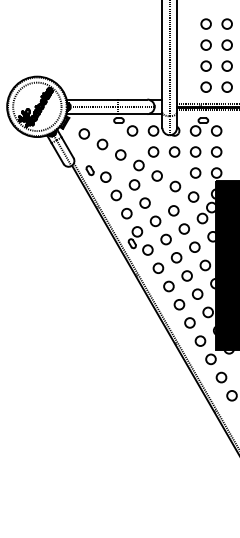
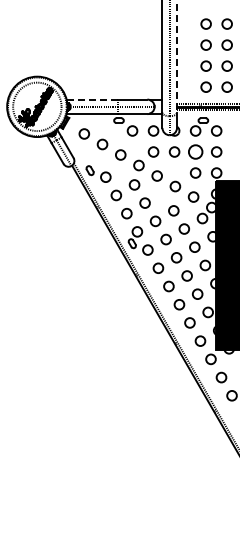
line at (177, 56): solid -> dashed
line at (93, 99): solid -> dashed
circle at (195, 151) size: 13x12 px -> 16x16 px
